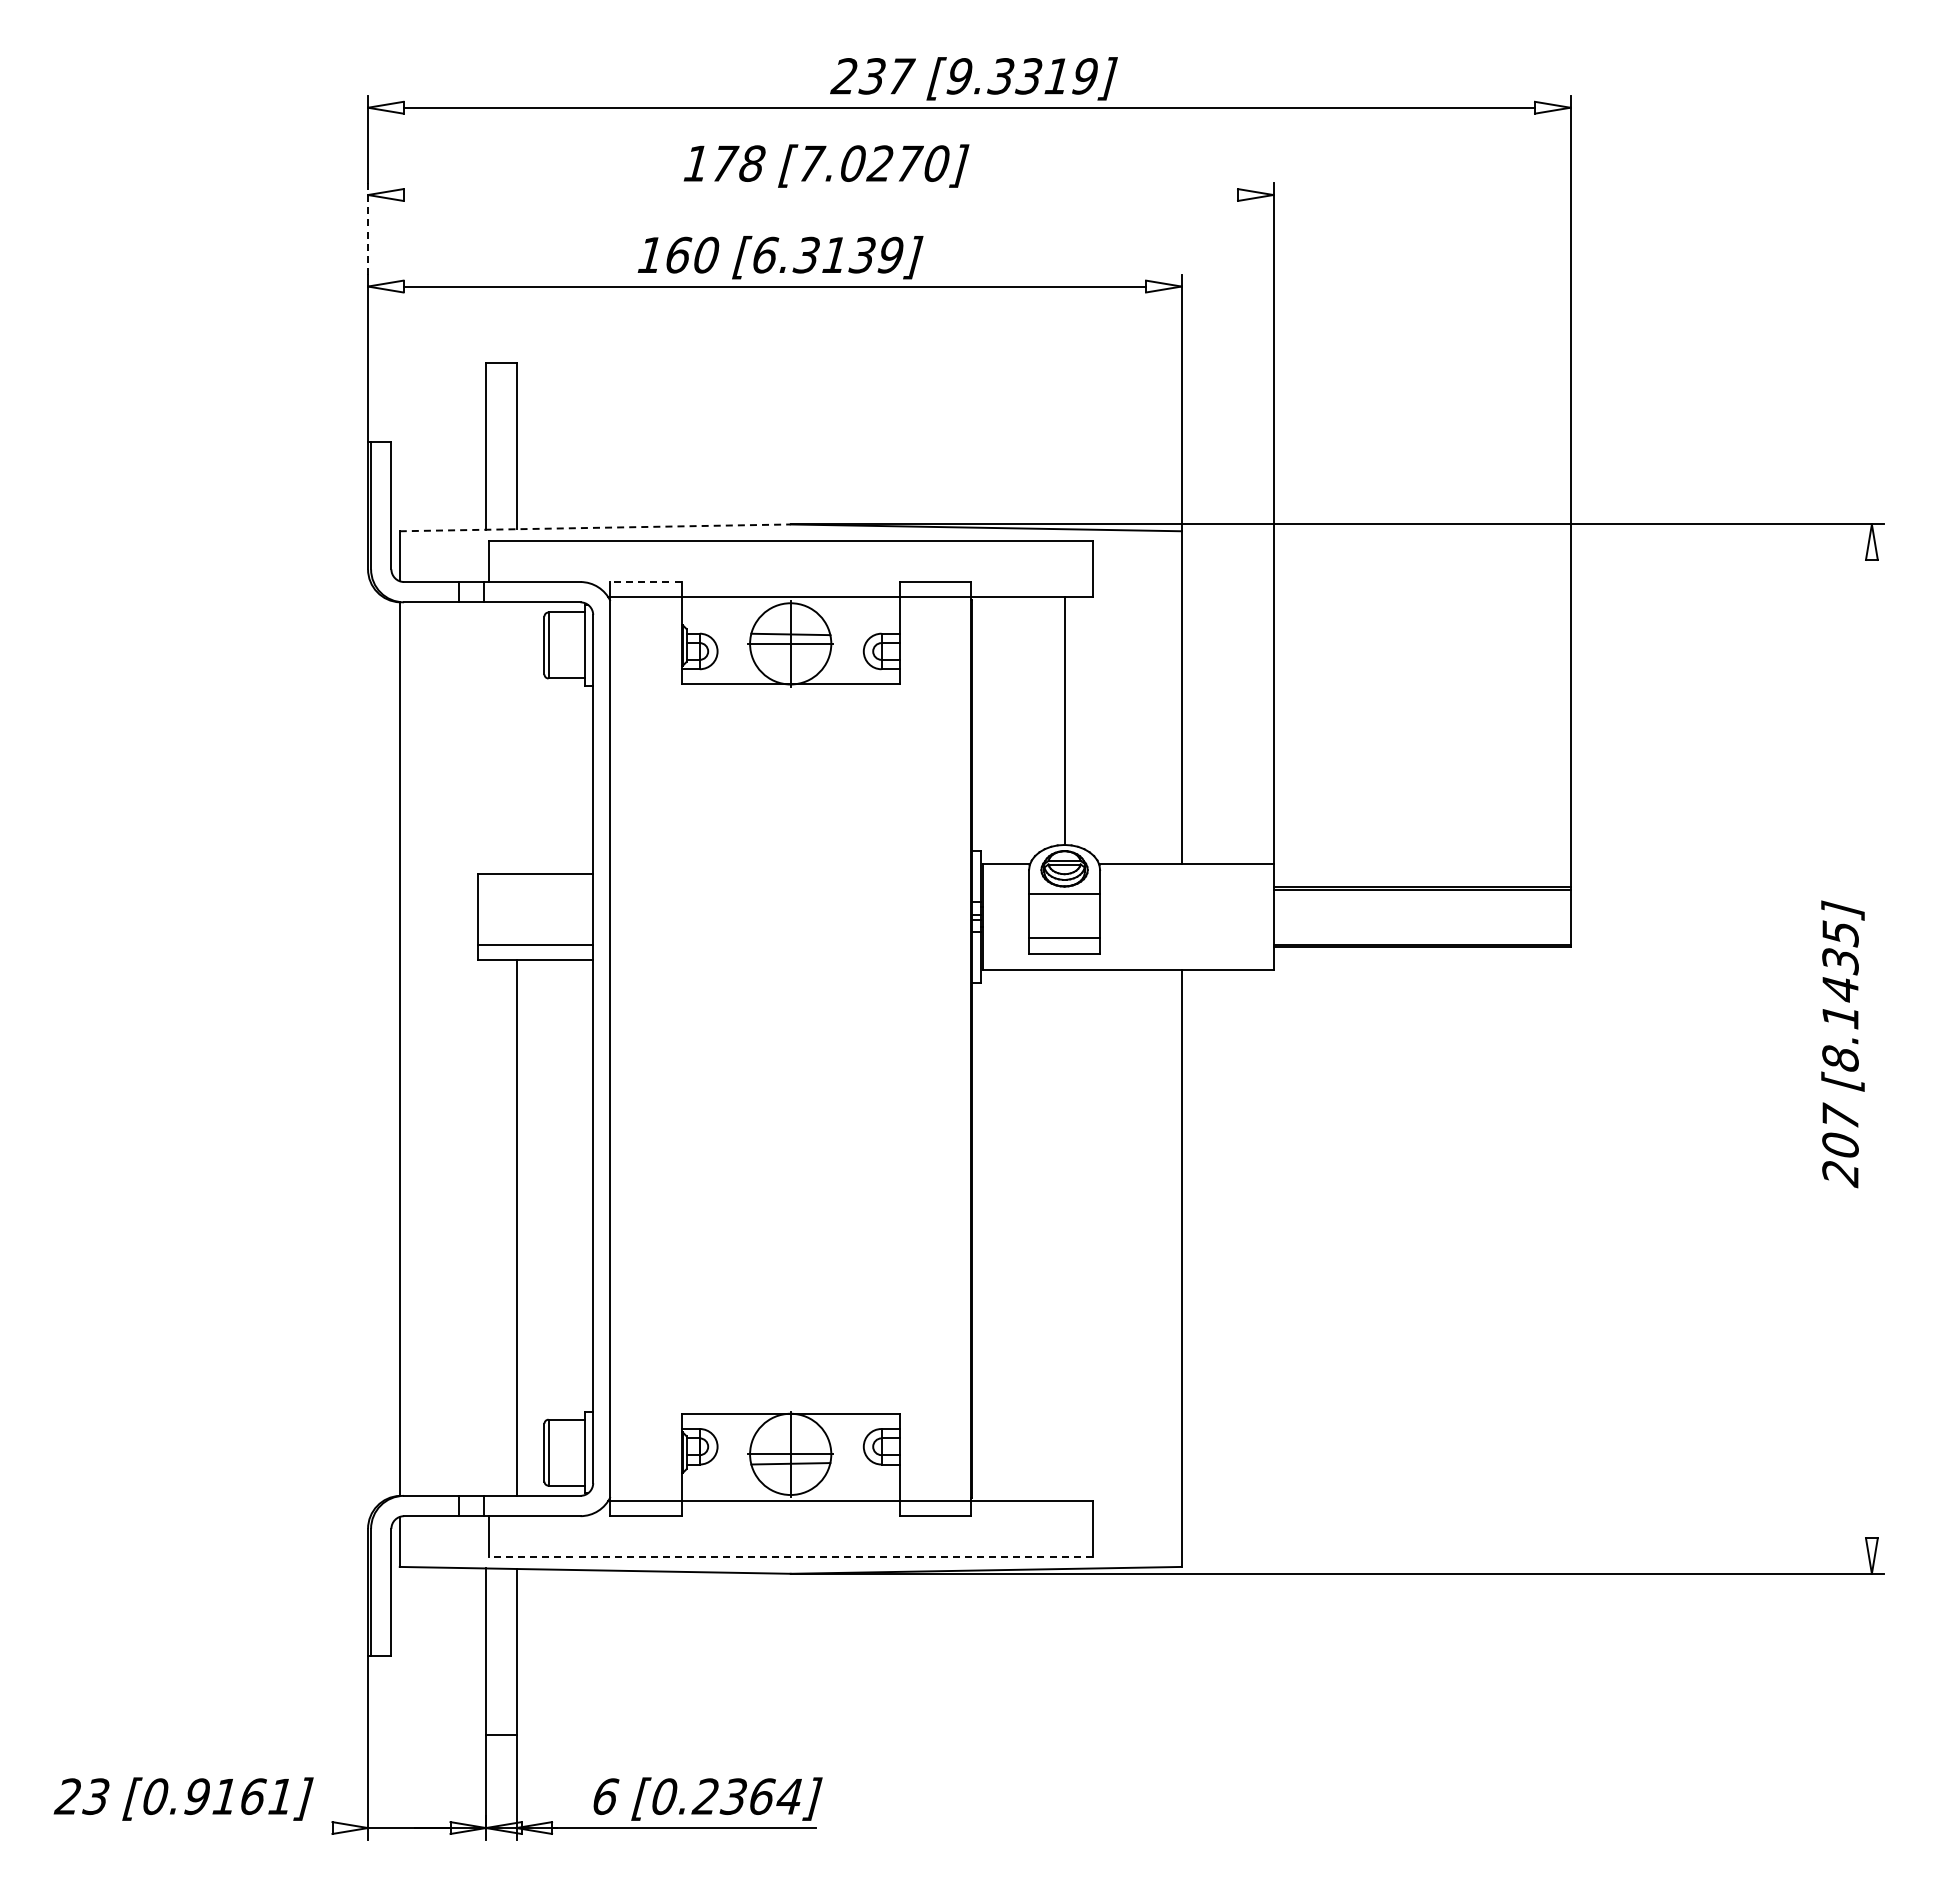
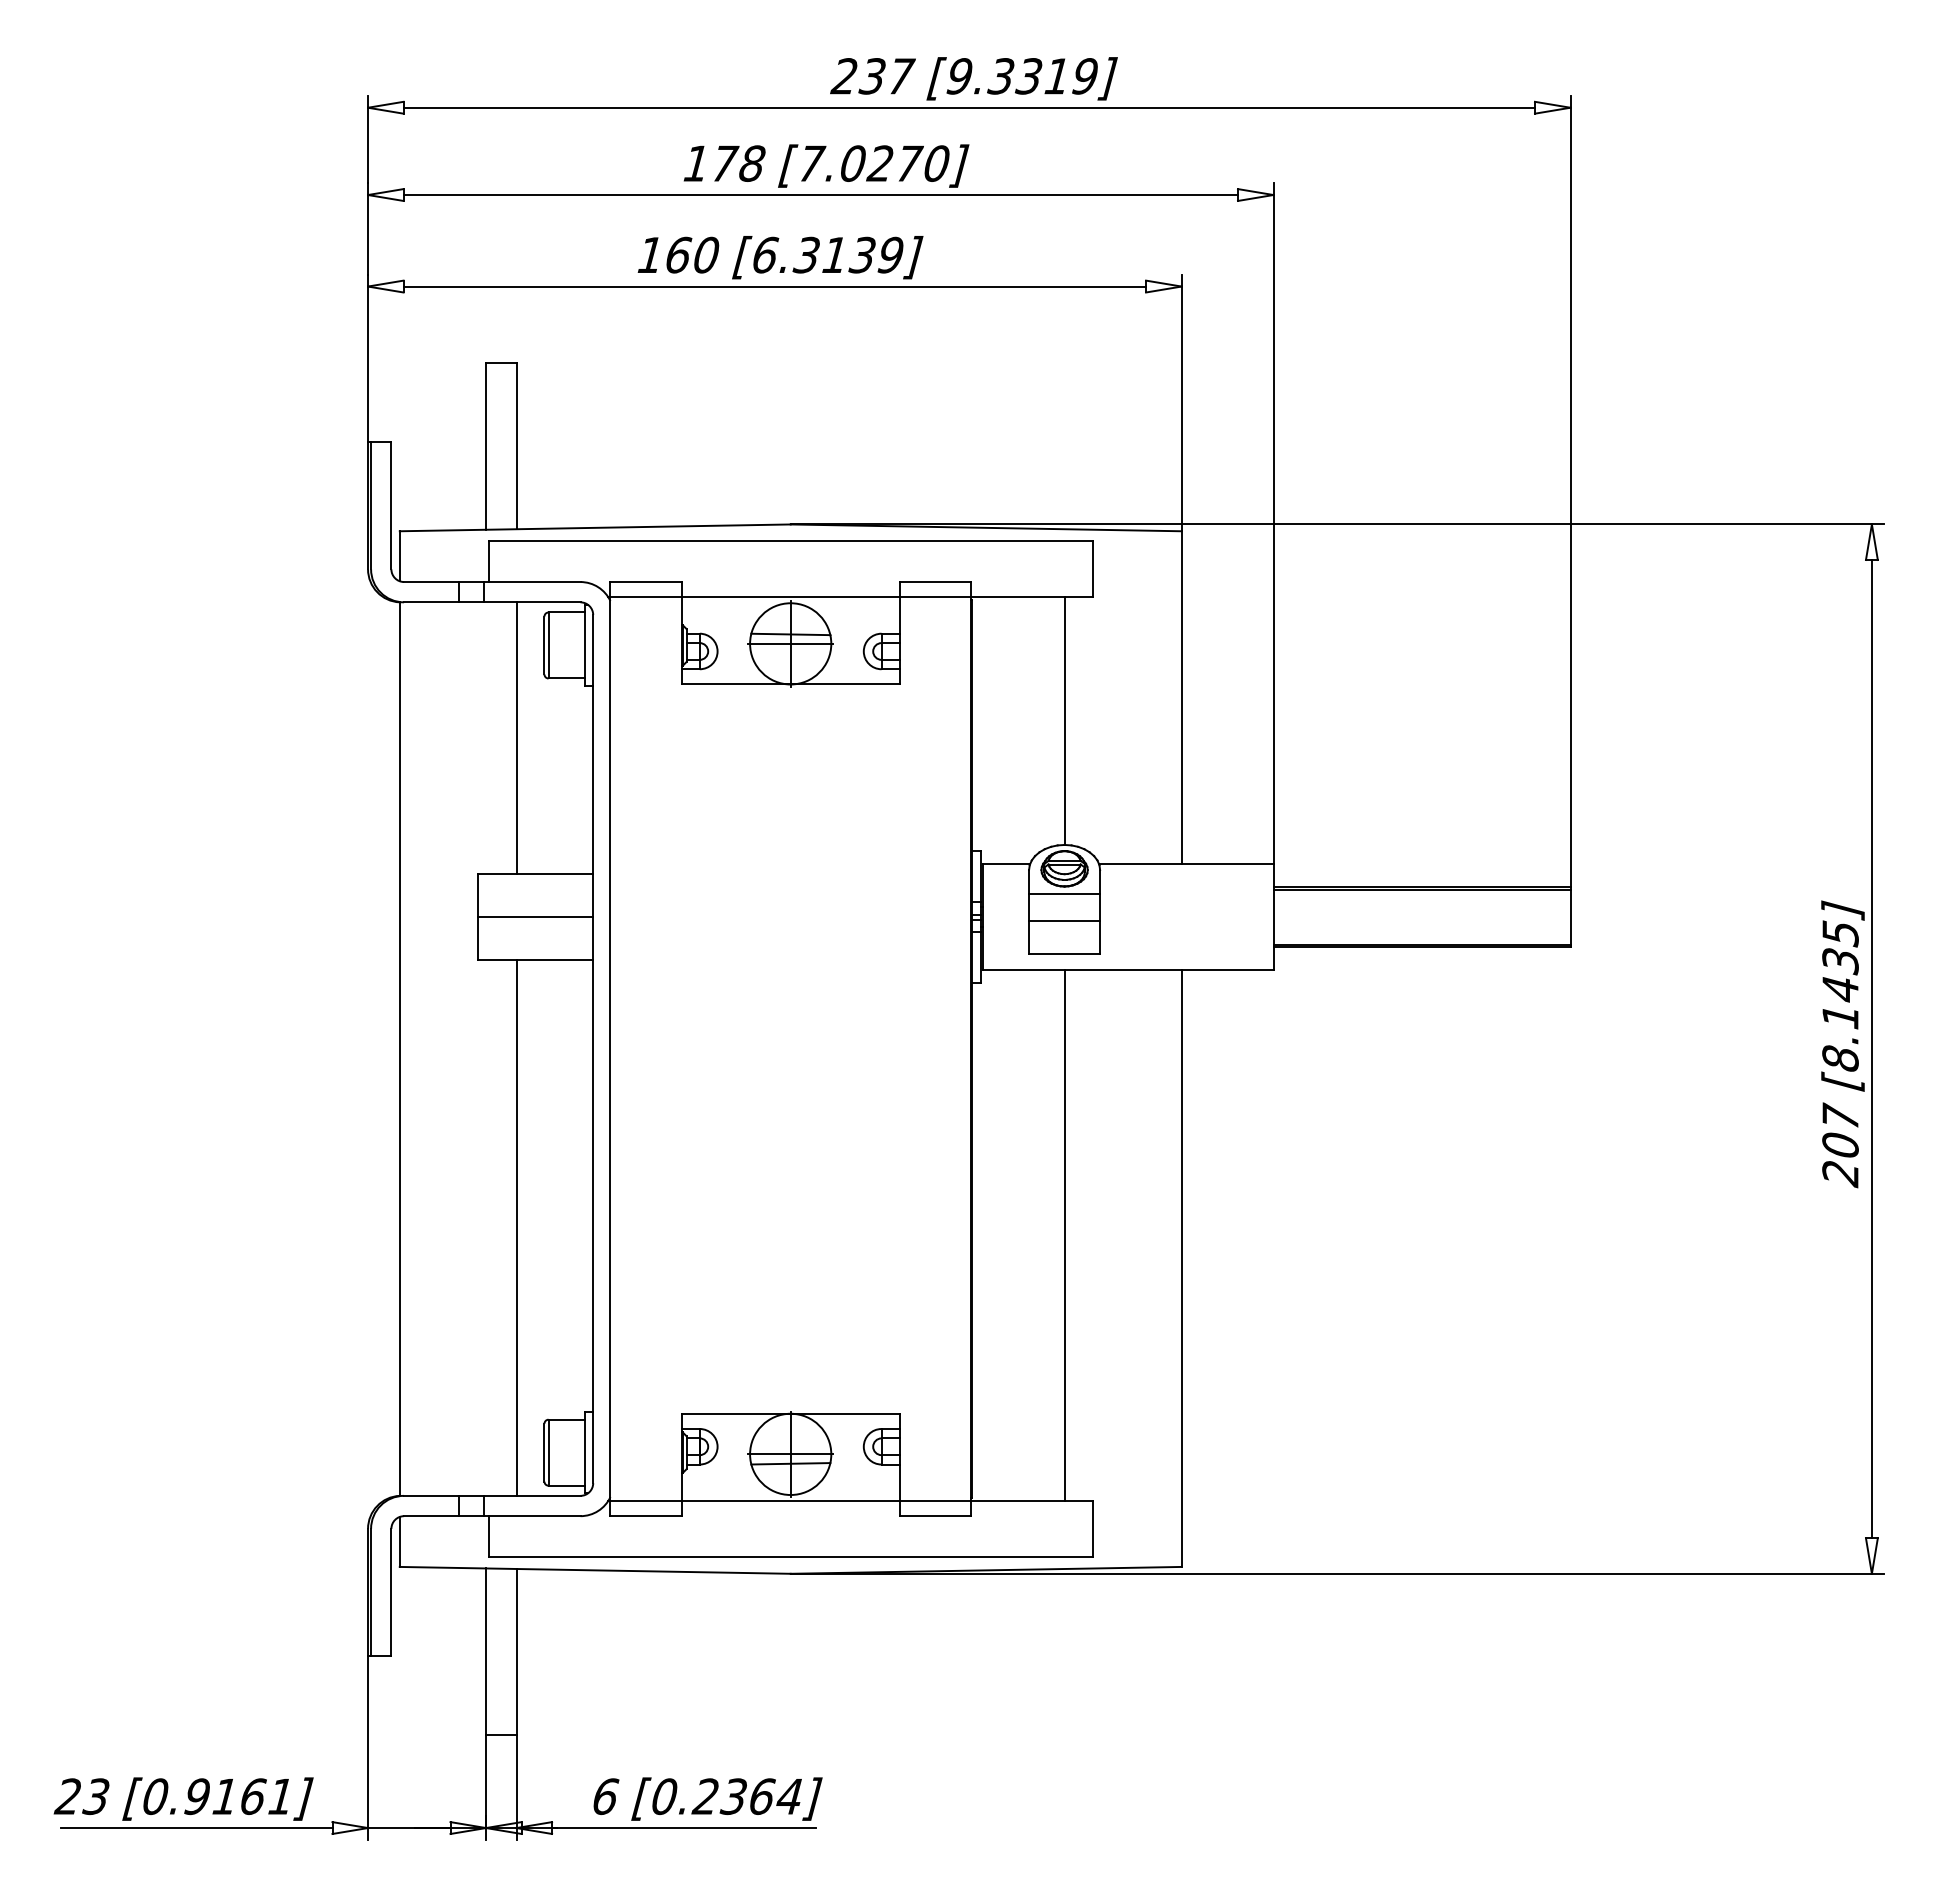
line at (820, 195): none -> present
line at (368, 228): dashed -> solid
line at (595, 527): dashed -> solid
line at (646, 582): dashed -> solid
line at (516, 738): none -> present
line at (1064, 938) position: (1064, 938) -> (1064, 921)
line at (535, 945) position: (535, 945) -> (535, 917)
line at (1871, 1049): none -> present
line at (1064, 1235): none -> present
line at (790, 1556): dashed -> solid
line at (196, 1828): none -> present
